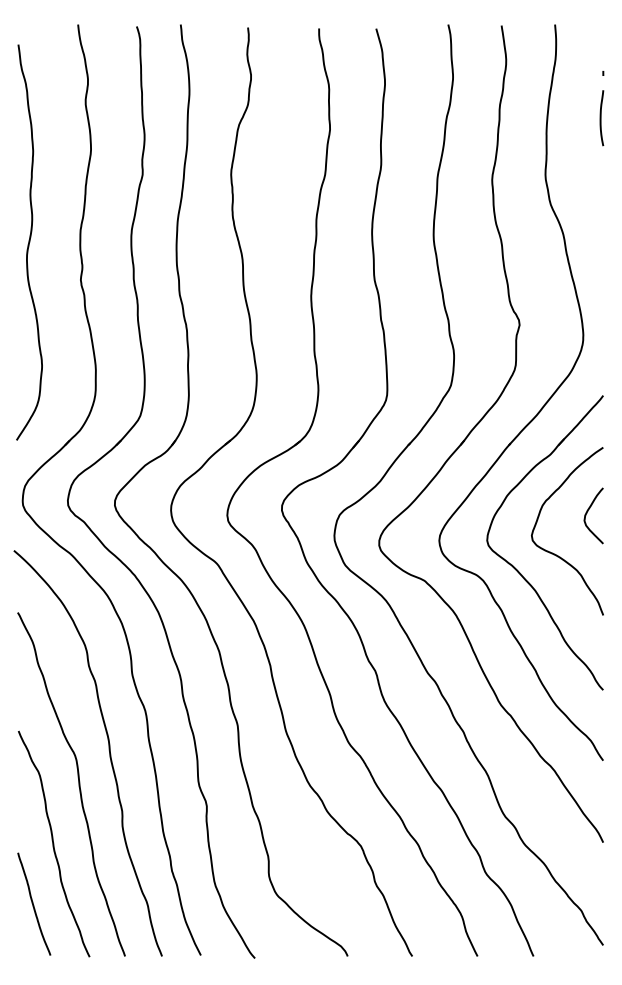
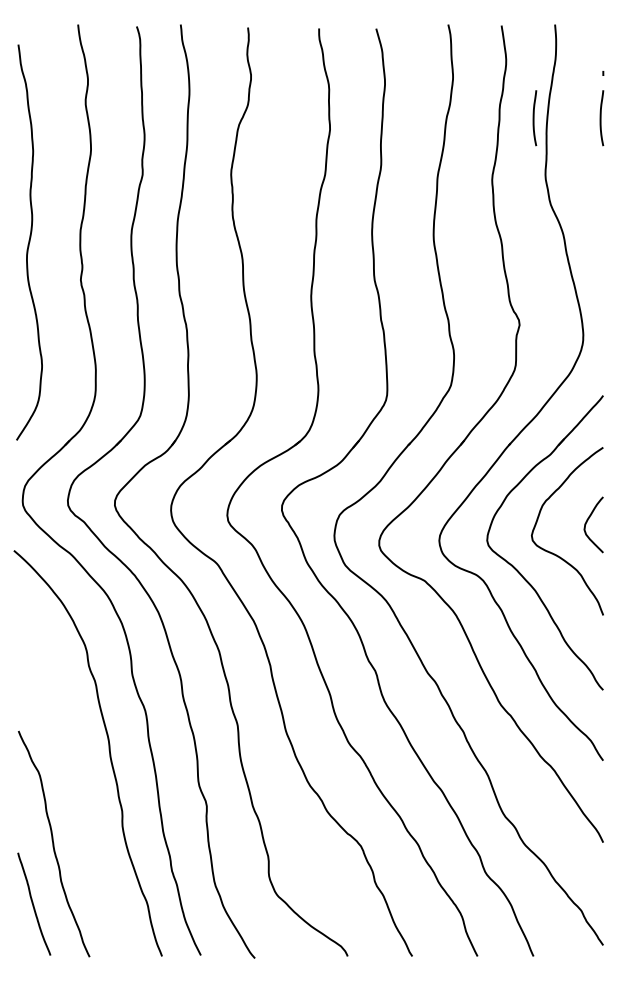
curve at (534, 118): none -> present
curve at (587, 513) position: (587, 513) -> (587, 522)
curve at (78, 784): present -> none
